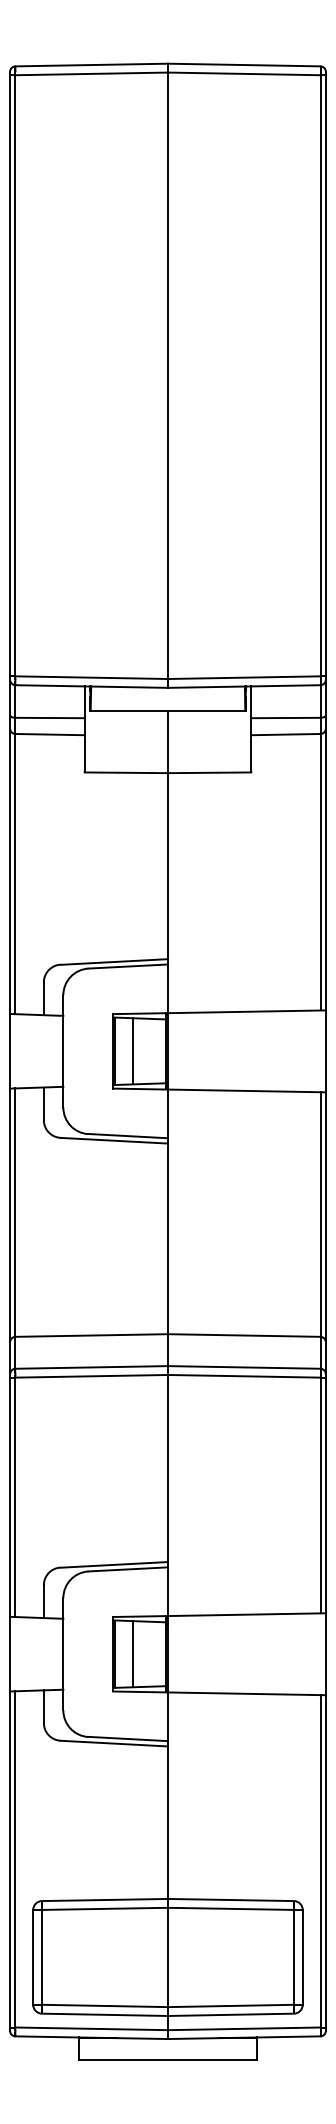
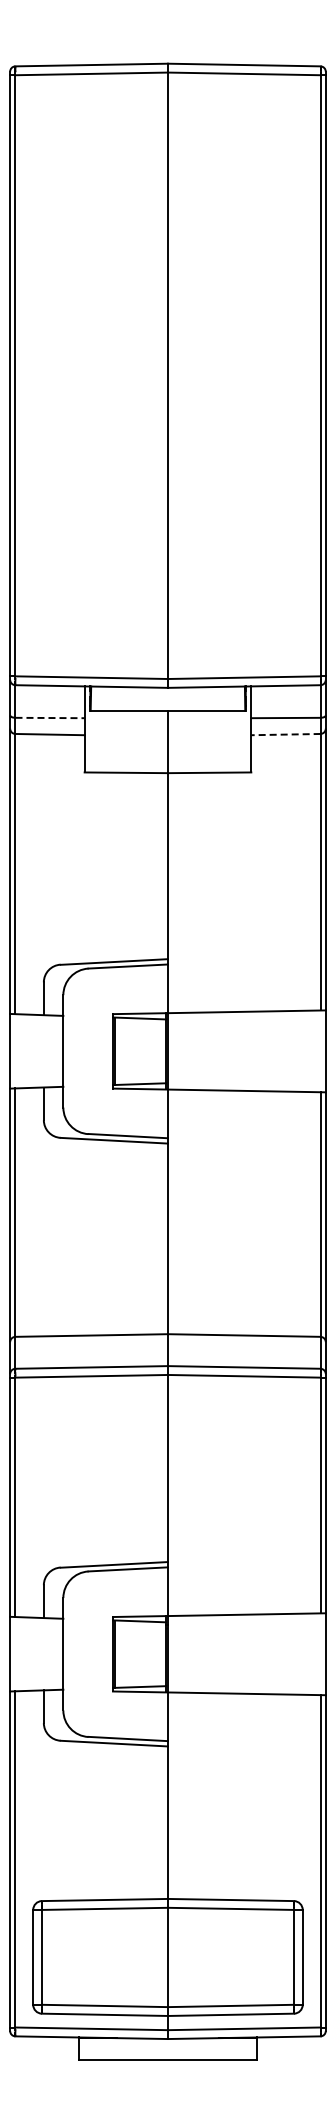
line at (50, 718): solid -> dashed
line at (285, 734): solid -> dashed
line at (132, 1051): present -> none
line at (132, 1654): present -> none
